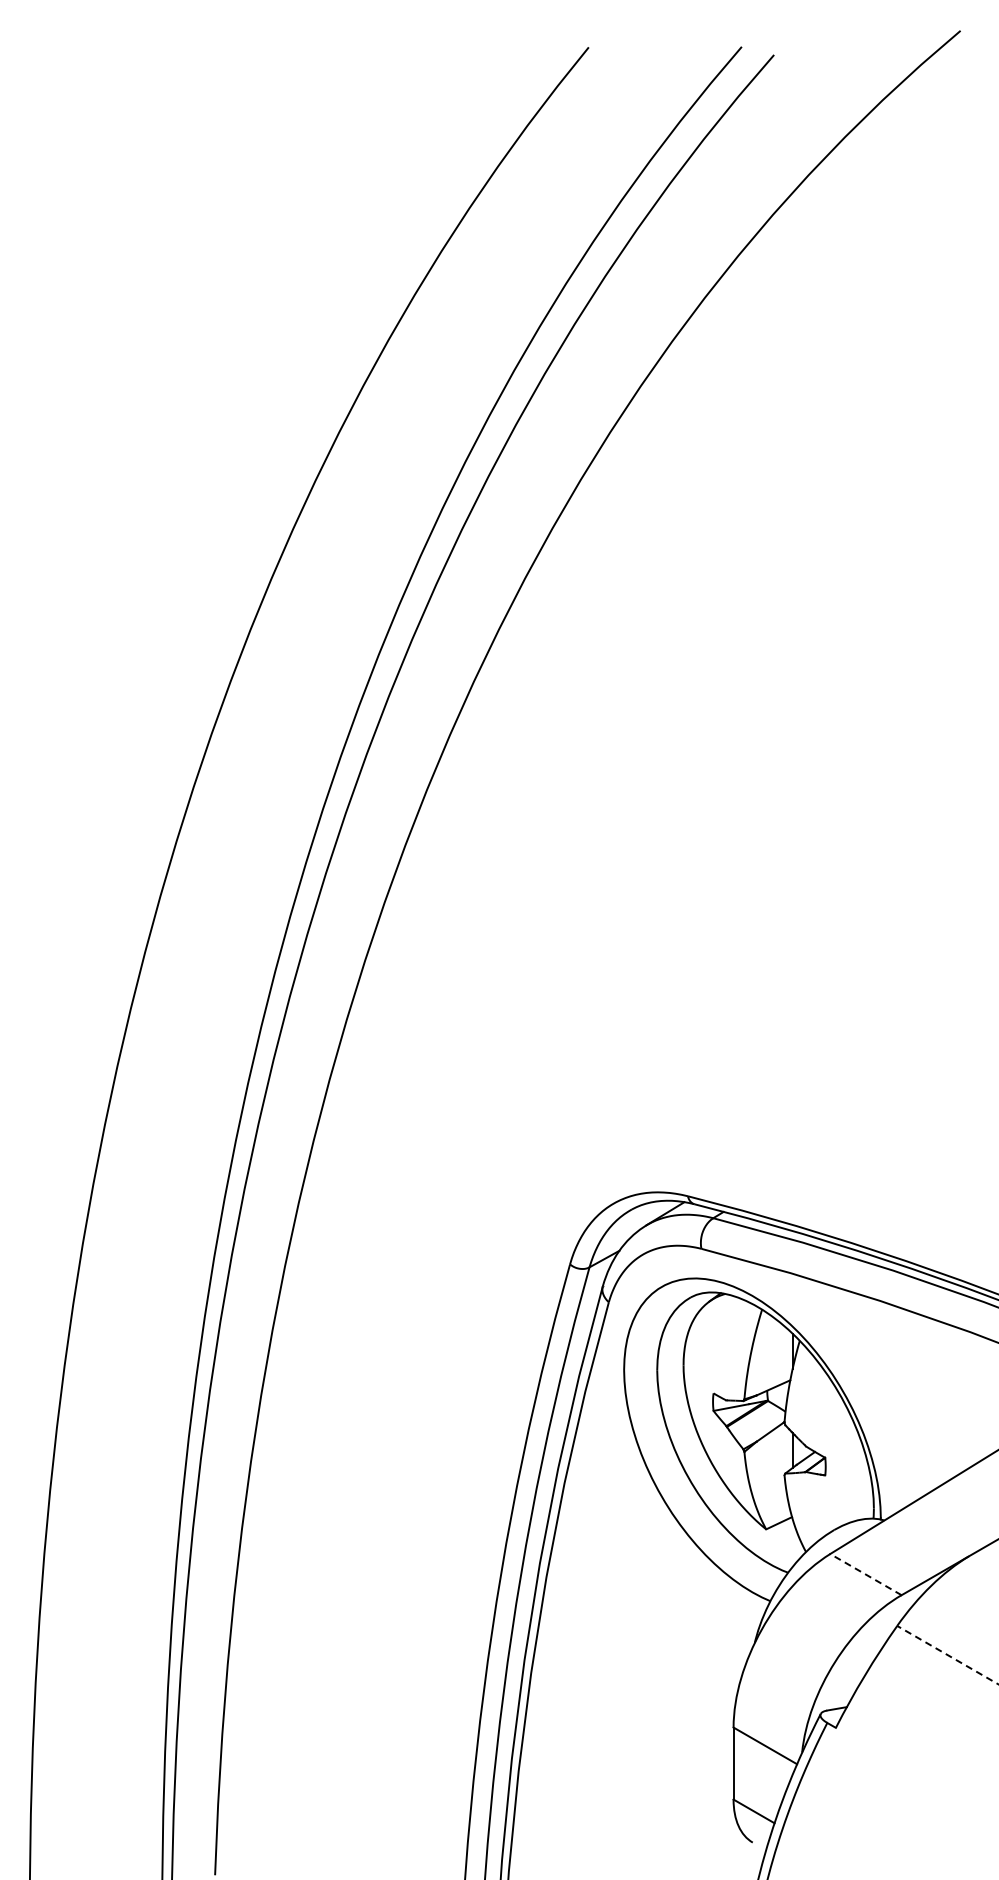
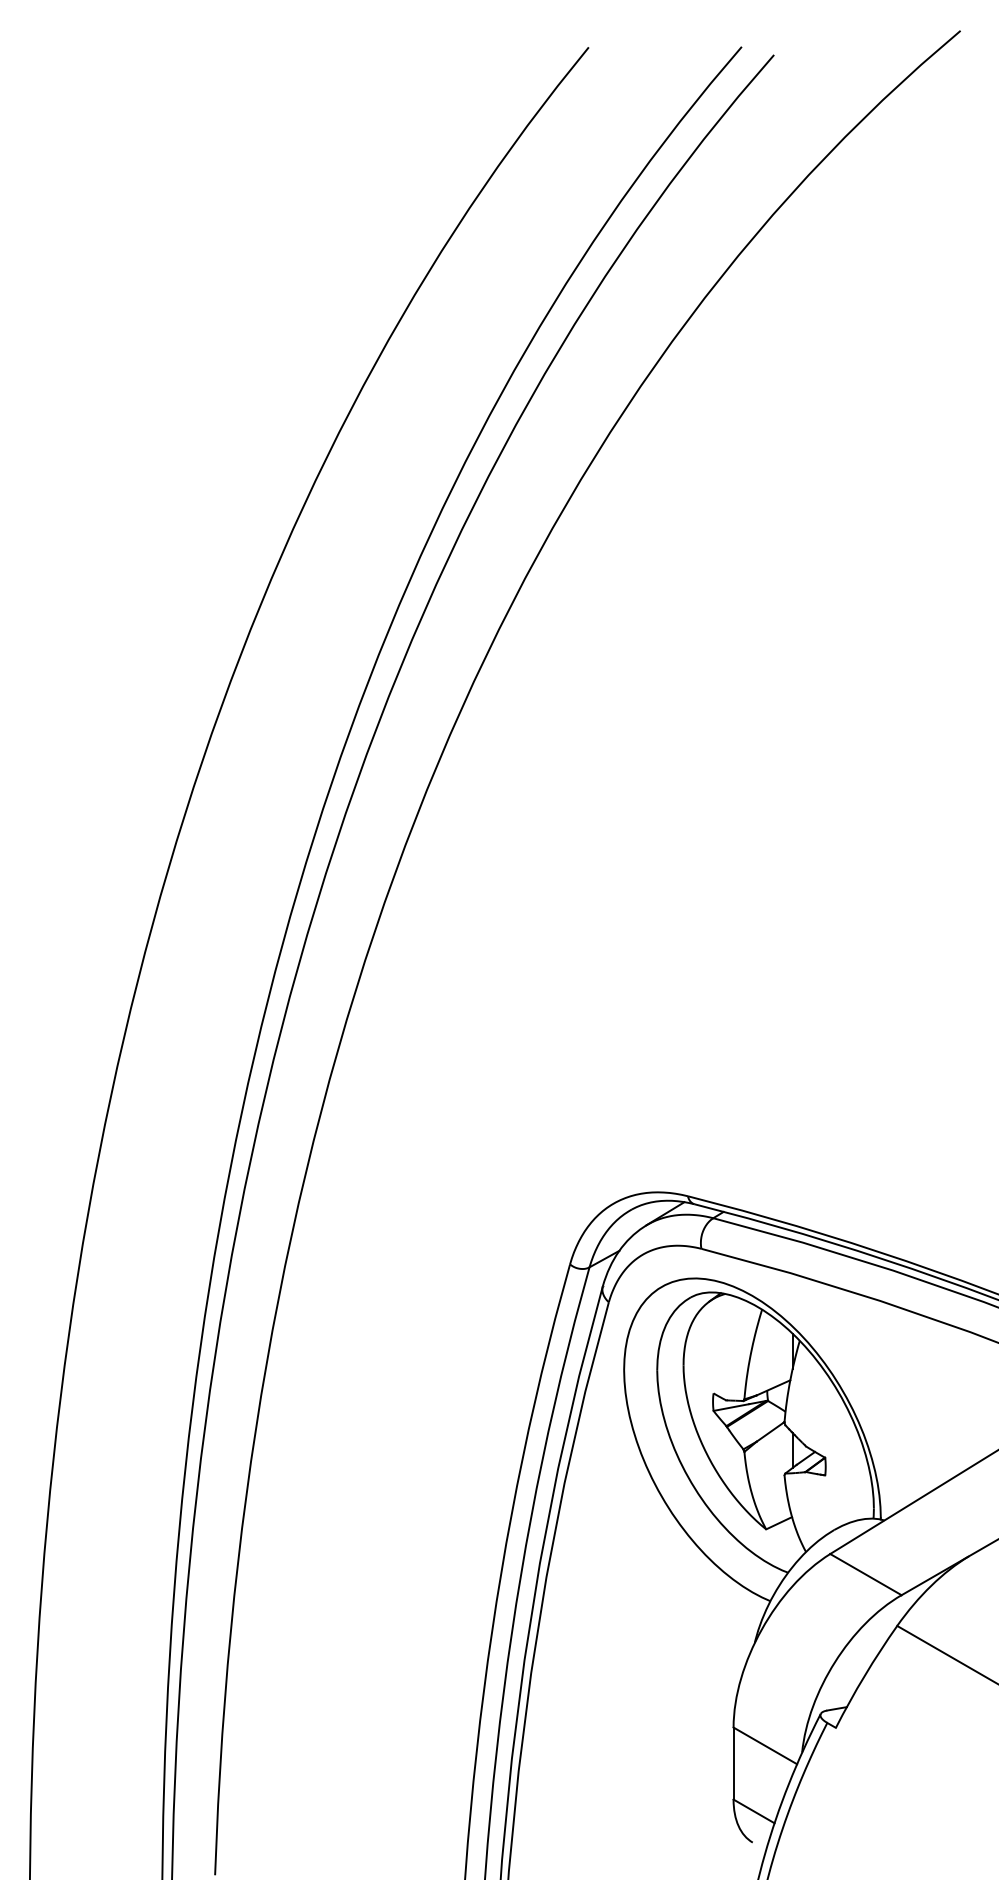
line at (865, 1574): dashed -> solid
line at (947, 1654): dashed -> solid
